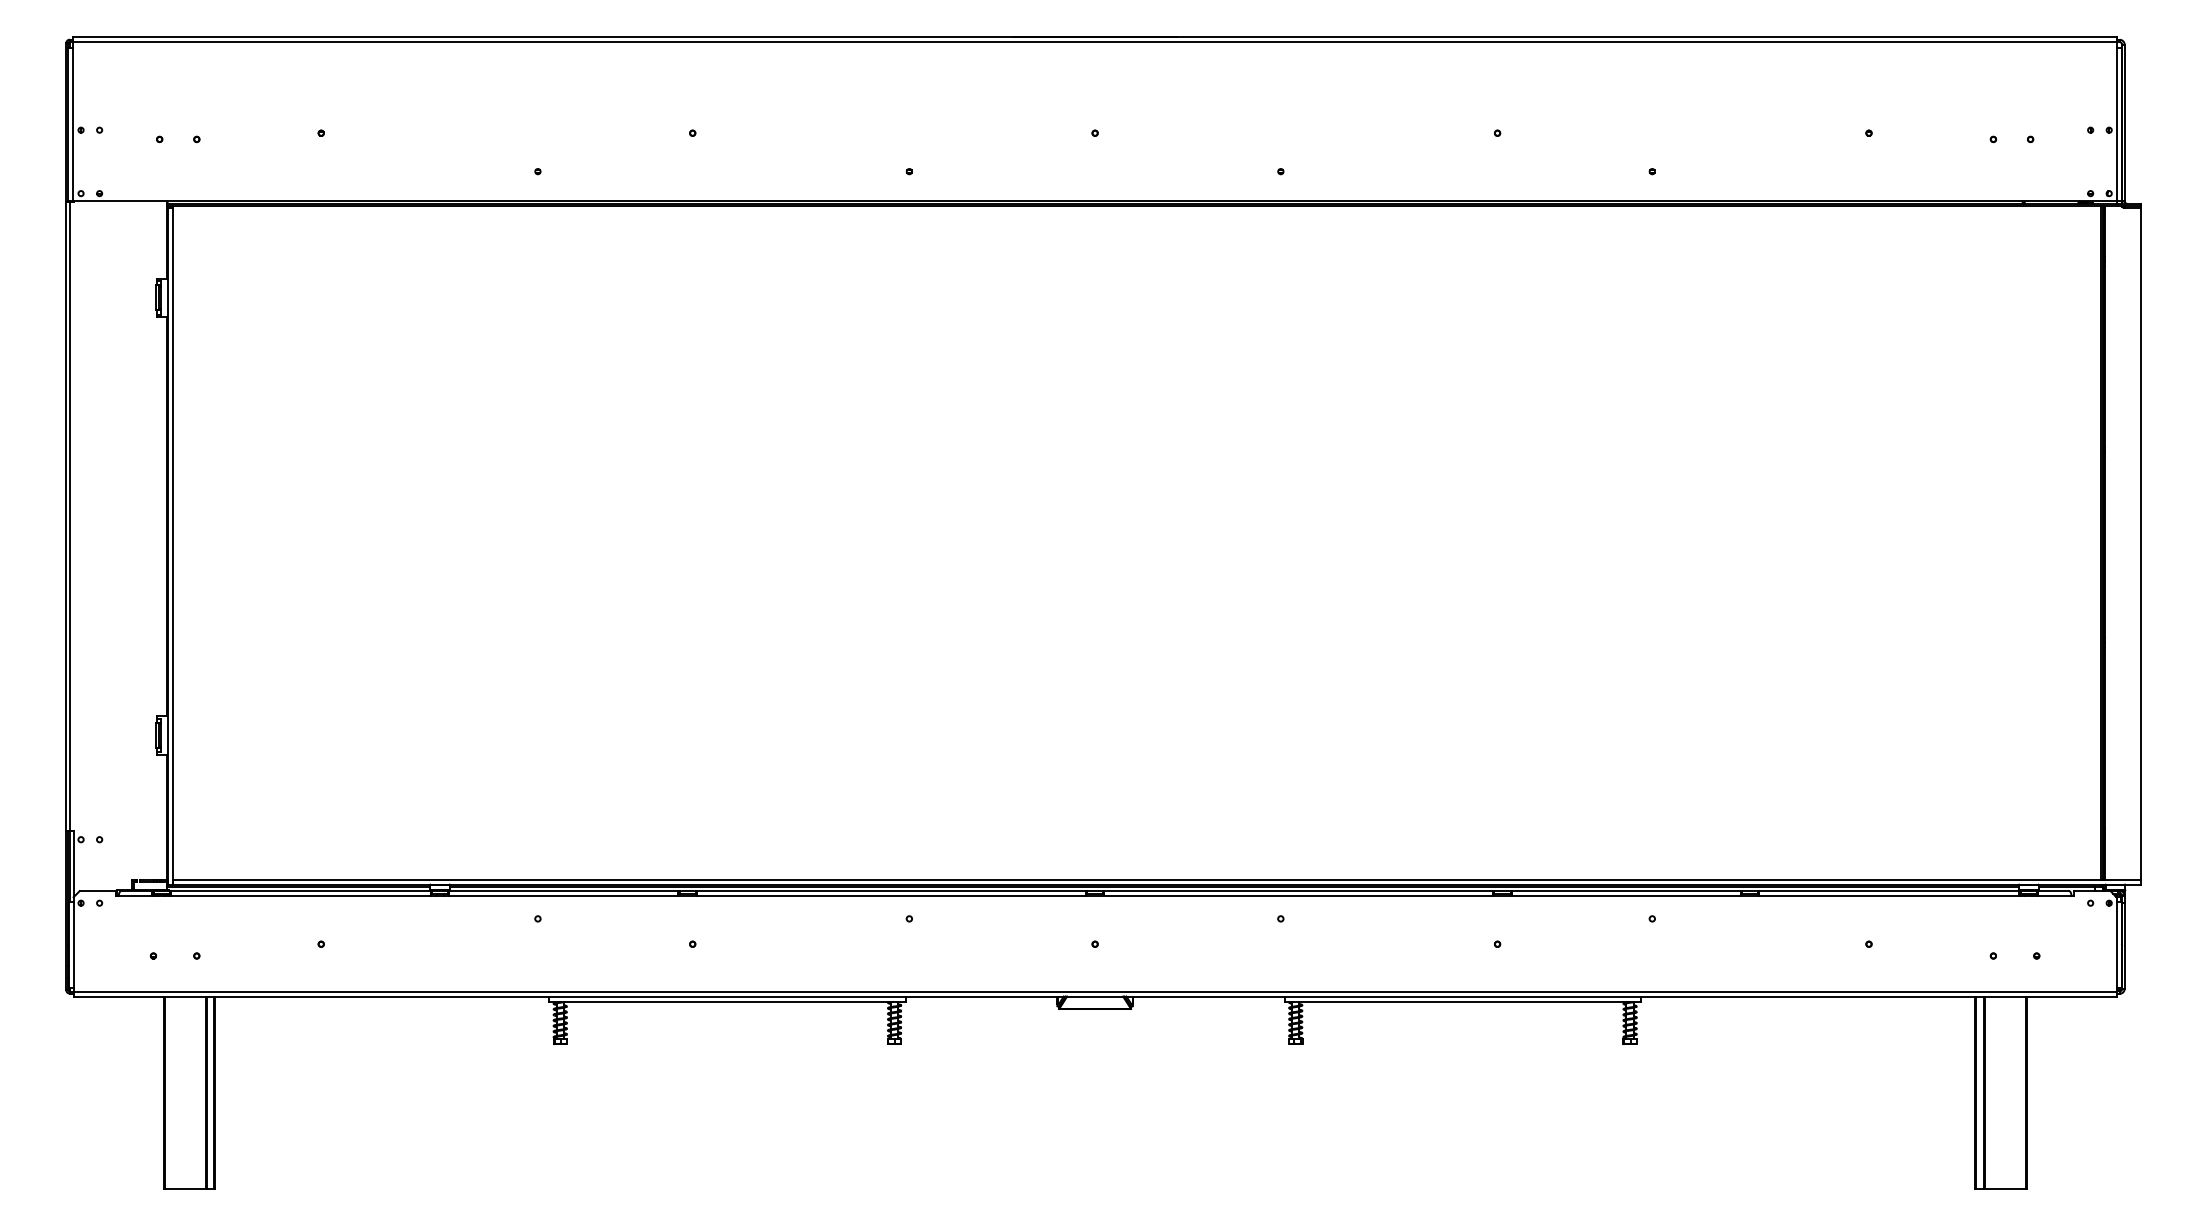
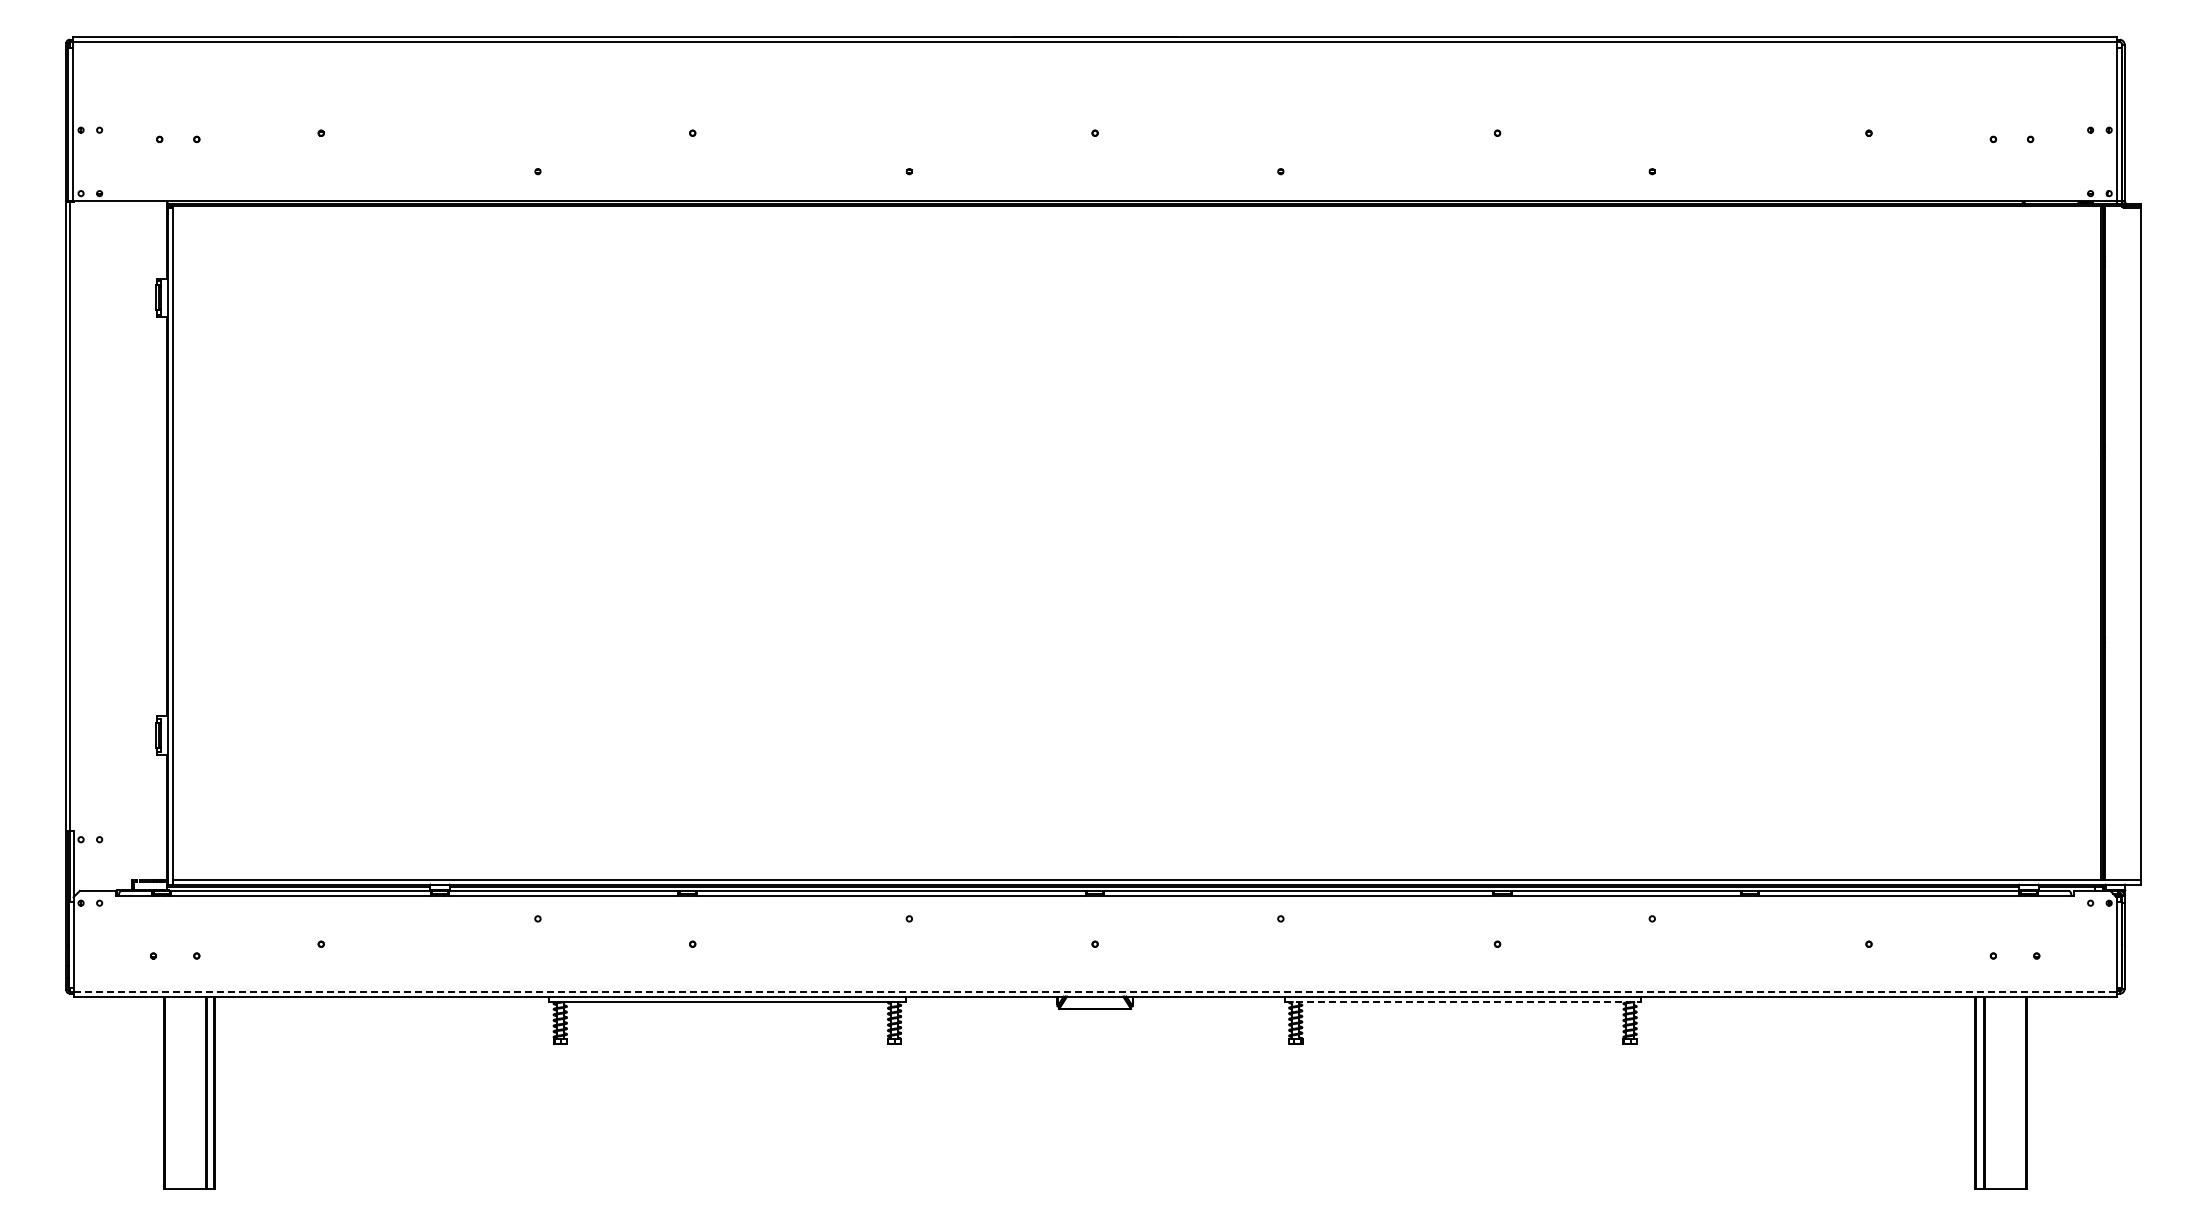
line at (1095, 991): solid -> dashed
line at (1463, 1001): solid -> dashed
